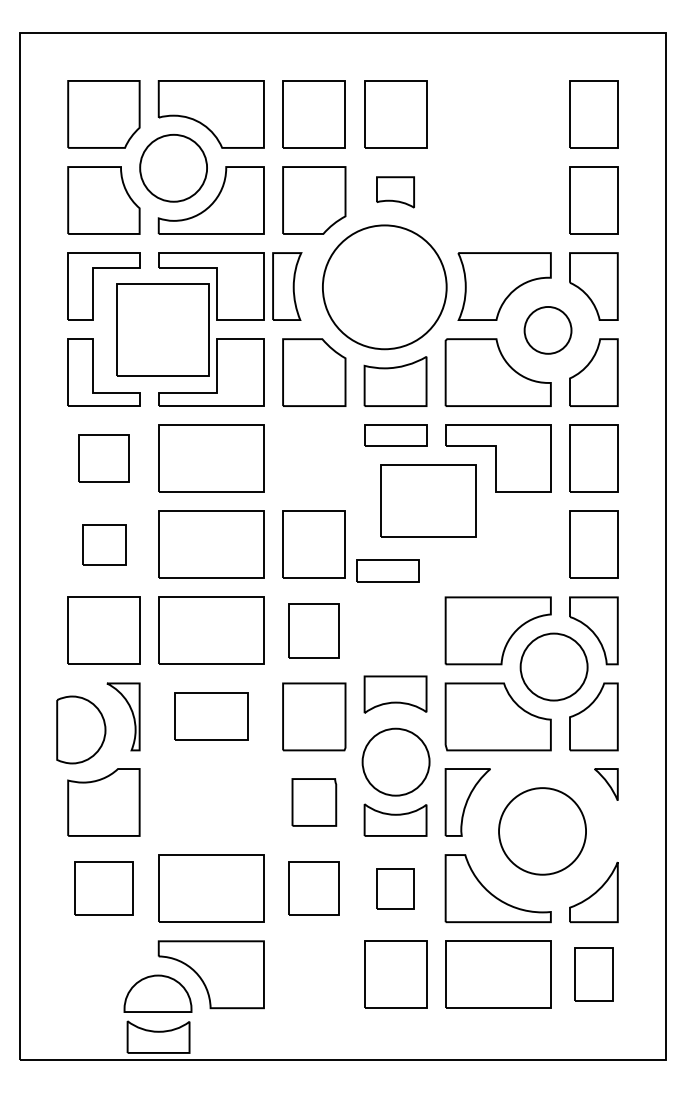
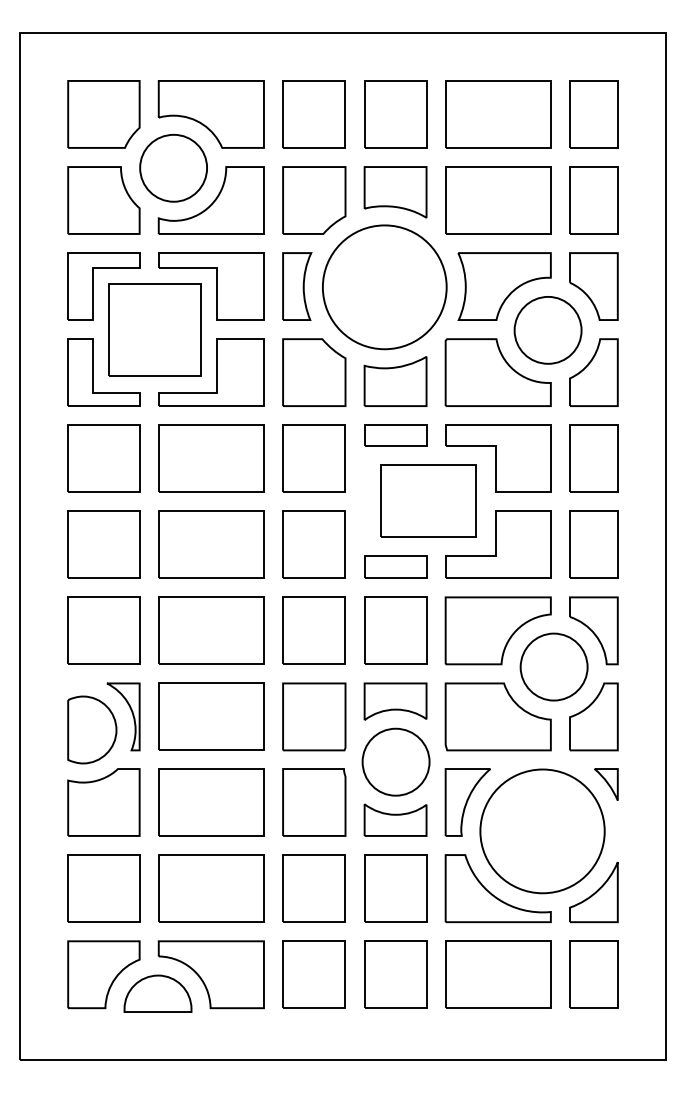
part at (498, 114): none -> present
part at (395, 192) size: 39x33 px -> 65x53 px
part at (498, 200): none -> present
part at (287, 286) position: (287, 286) -> (297, 286)
part at (162, 329) position: (162, 329) -> (154, 329)
part at (547, 330) size: 50x49 px -> 70x69 px
part at (103, 458) size: 52x49 px -> 74x69 px
part at (313, 458): none -> present
part at (104, 544) size: 45x42 px -> 74x69 px
part at (498, 544): none -> present
part at (387, 570) position: (387, 570) -> (395, 566)
part at (313, 630) size: 52x56 px -> 64x69 px
part at (395, 630): none -> present
part at (395, 694) position: (395, 694) -> (395, 701)
part at (211, 716) size: 75x49 px -> 107x69 px
part at (81, 729) position: (81, 729) -> (92, 729)
part at (211, 802): none -> present
part at (314, 802) size: 47x49 px -> 65x69 px
part at (542, 831) size: 89x89 px -> 127x127 px
part at (103, 888) size: 60x55 px -> 74x69 px
part at (313, 888) size: 52x55 px -> 64x69 px
part at (395, 888) size: 39x42 px -> 64x69 px
part at (103, 974): none -> present
part at (313, 974): none -> present
part at (593, 974) size: 40x55 px -> 50x69 px
part at (158, 1036): present -> none
